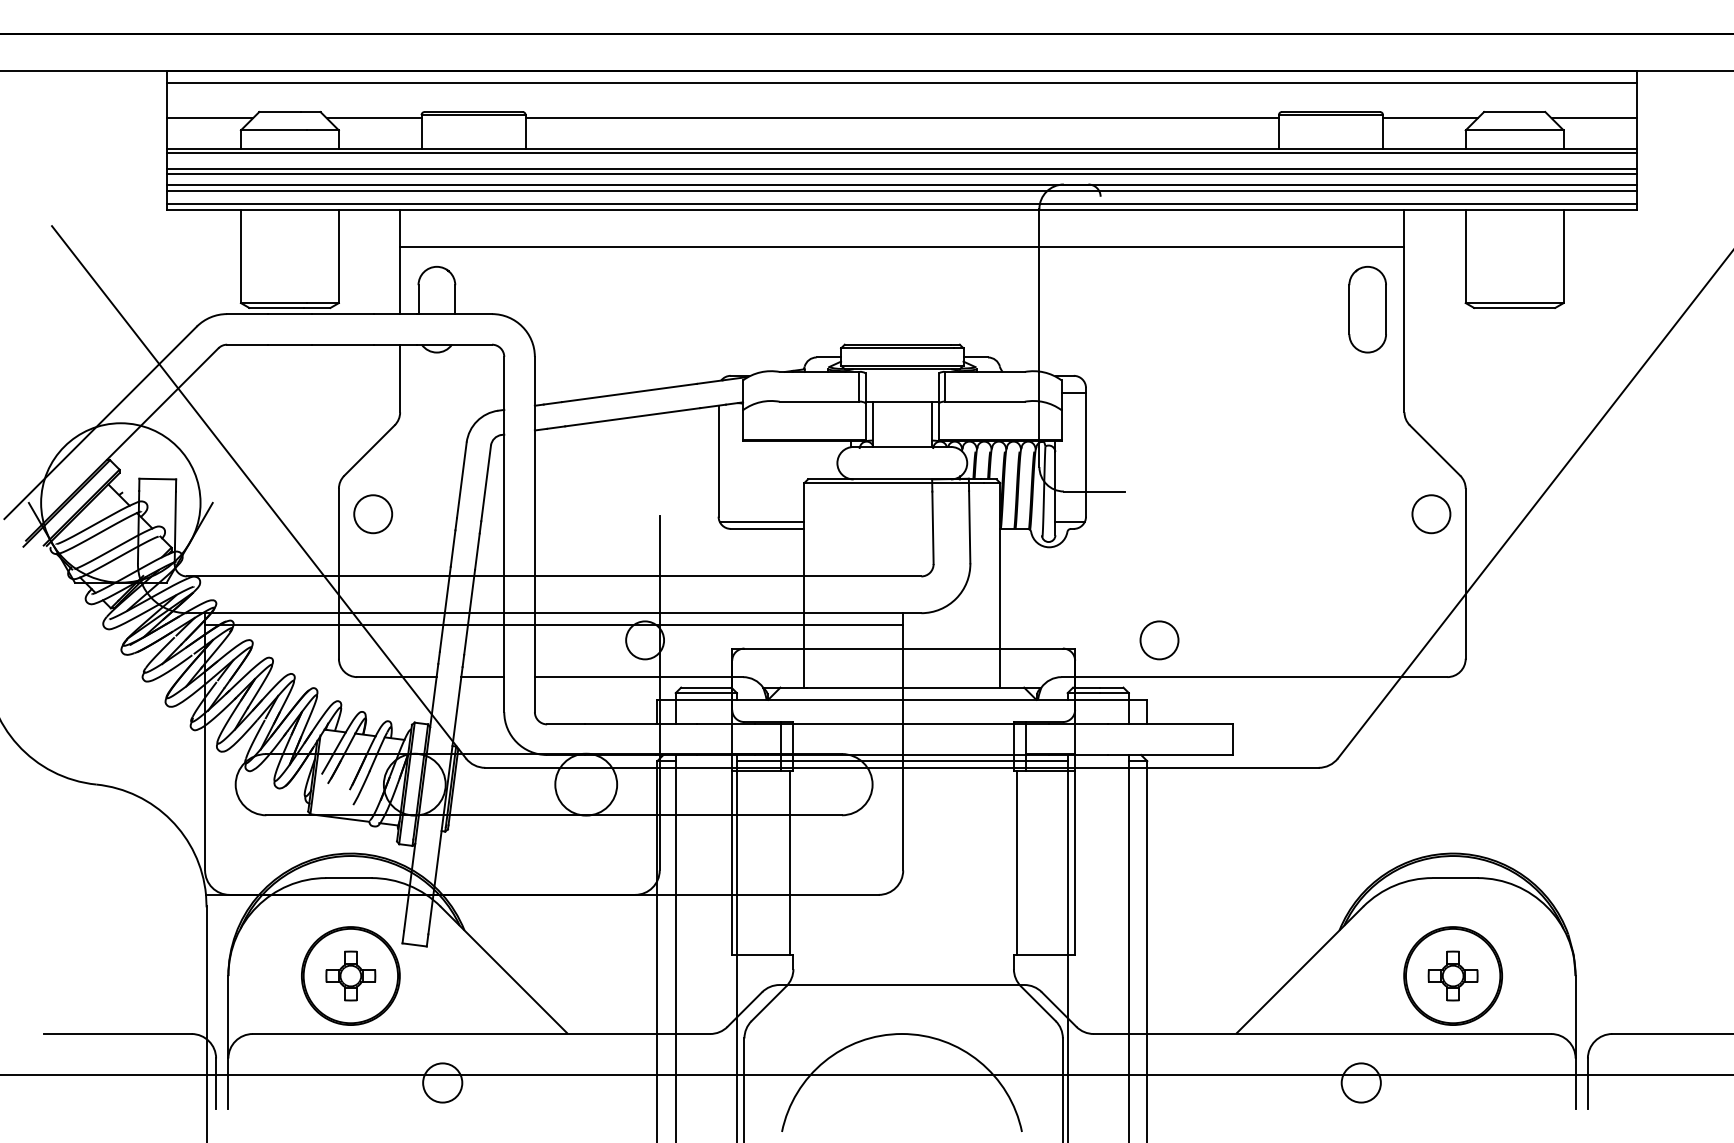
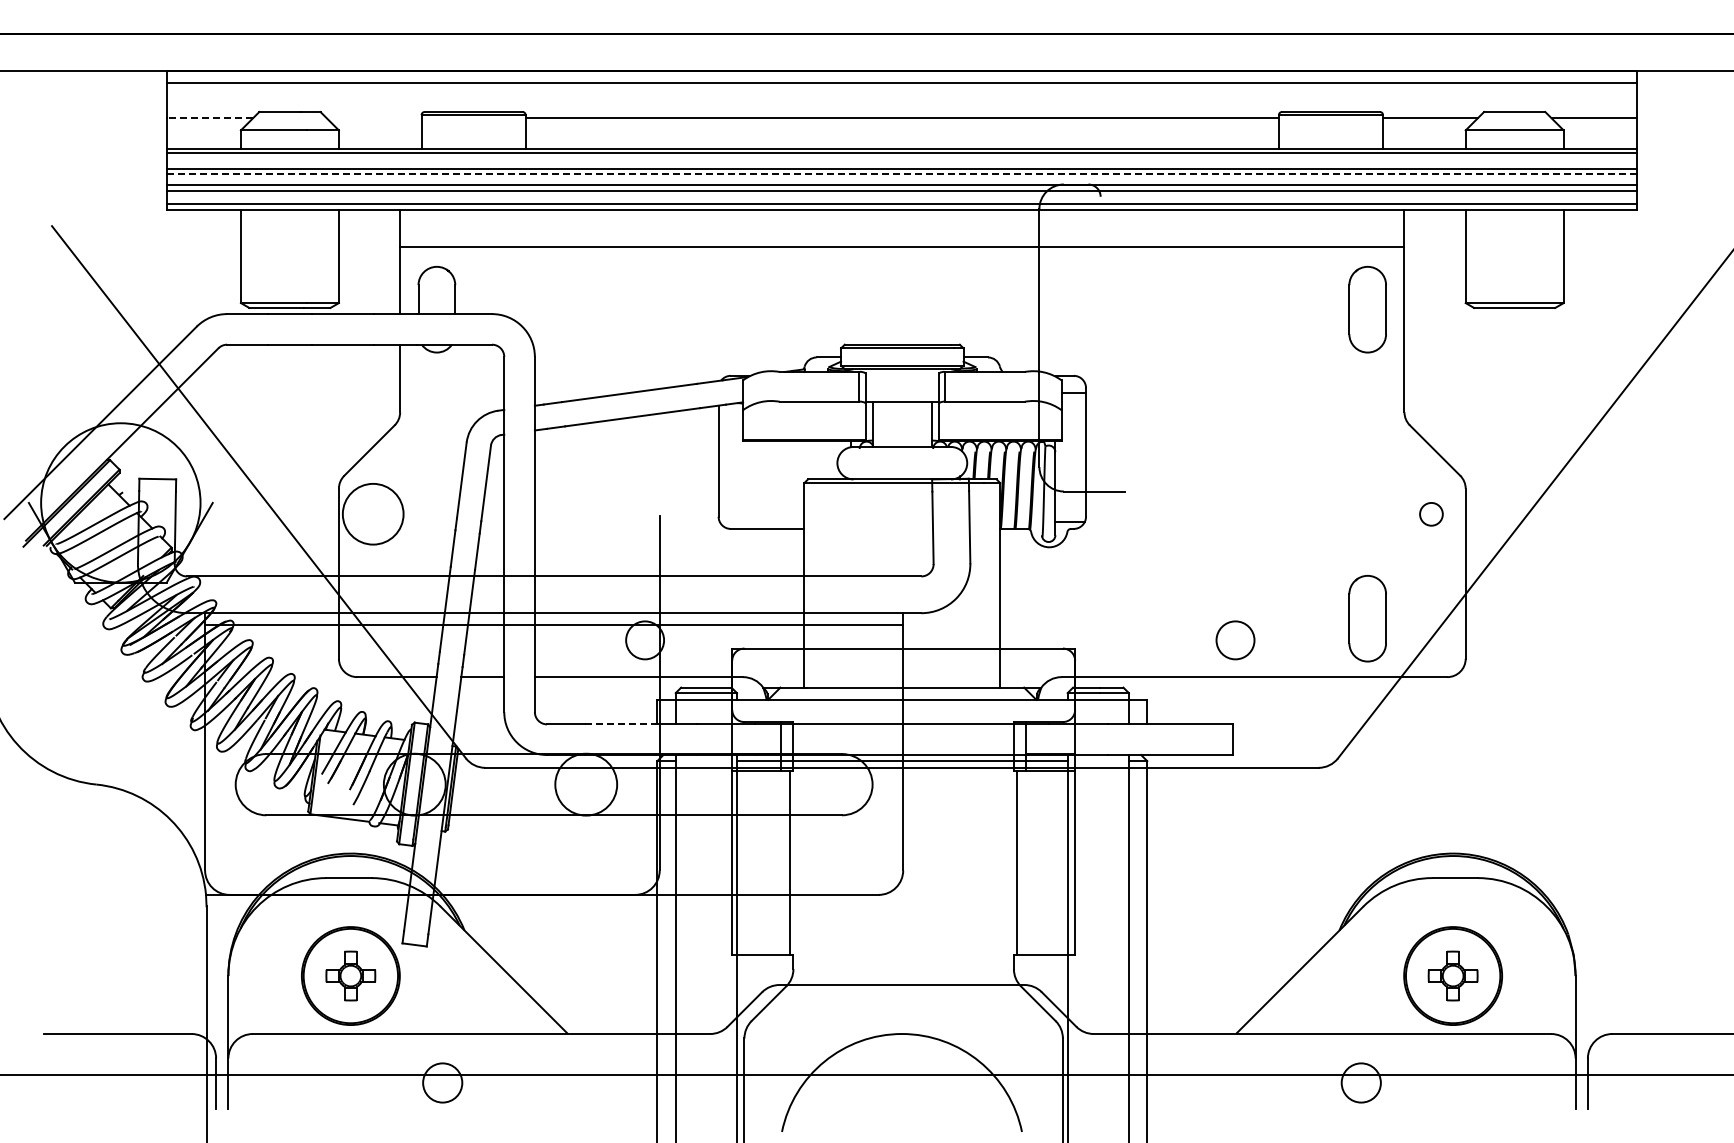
line at (210, 118): solid -> dashed
line at (373, 118): present -> none
line at (902, 173): solid -> dashed
circle at (373, 514) diameter: 38 px -> 61 px
circle at (1431, 514) size: 41x41 px -> 25x25 px
line at (762, 522): present -> none
part at (1367, 618): none -> present
circle at (1159, 640) position: (1159, 640) -> (1235, 640)
line at (620, 724): solid -> dashed
